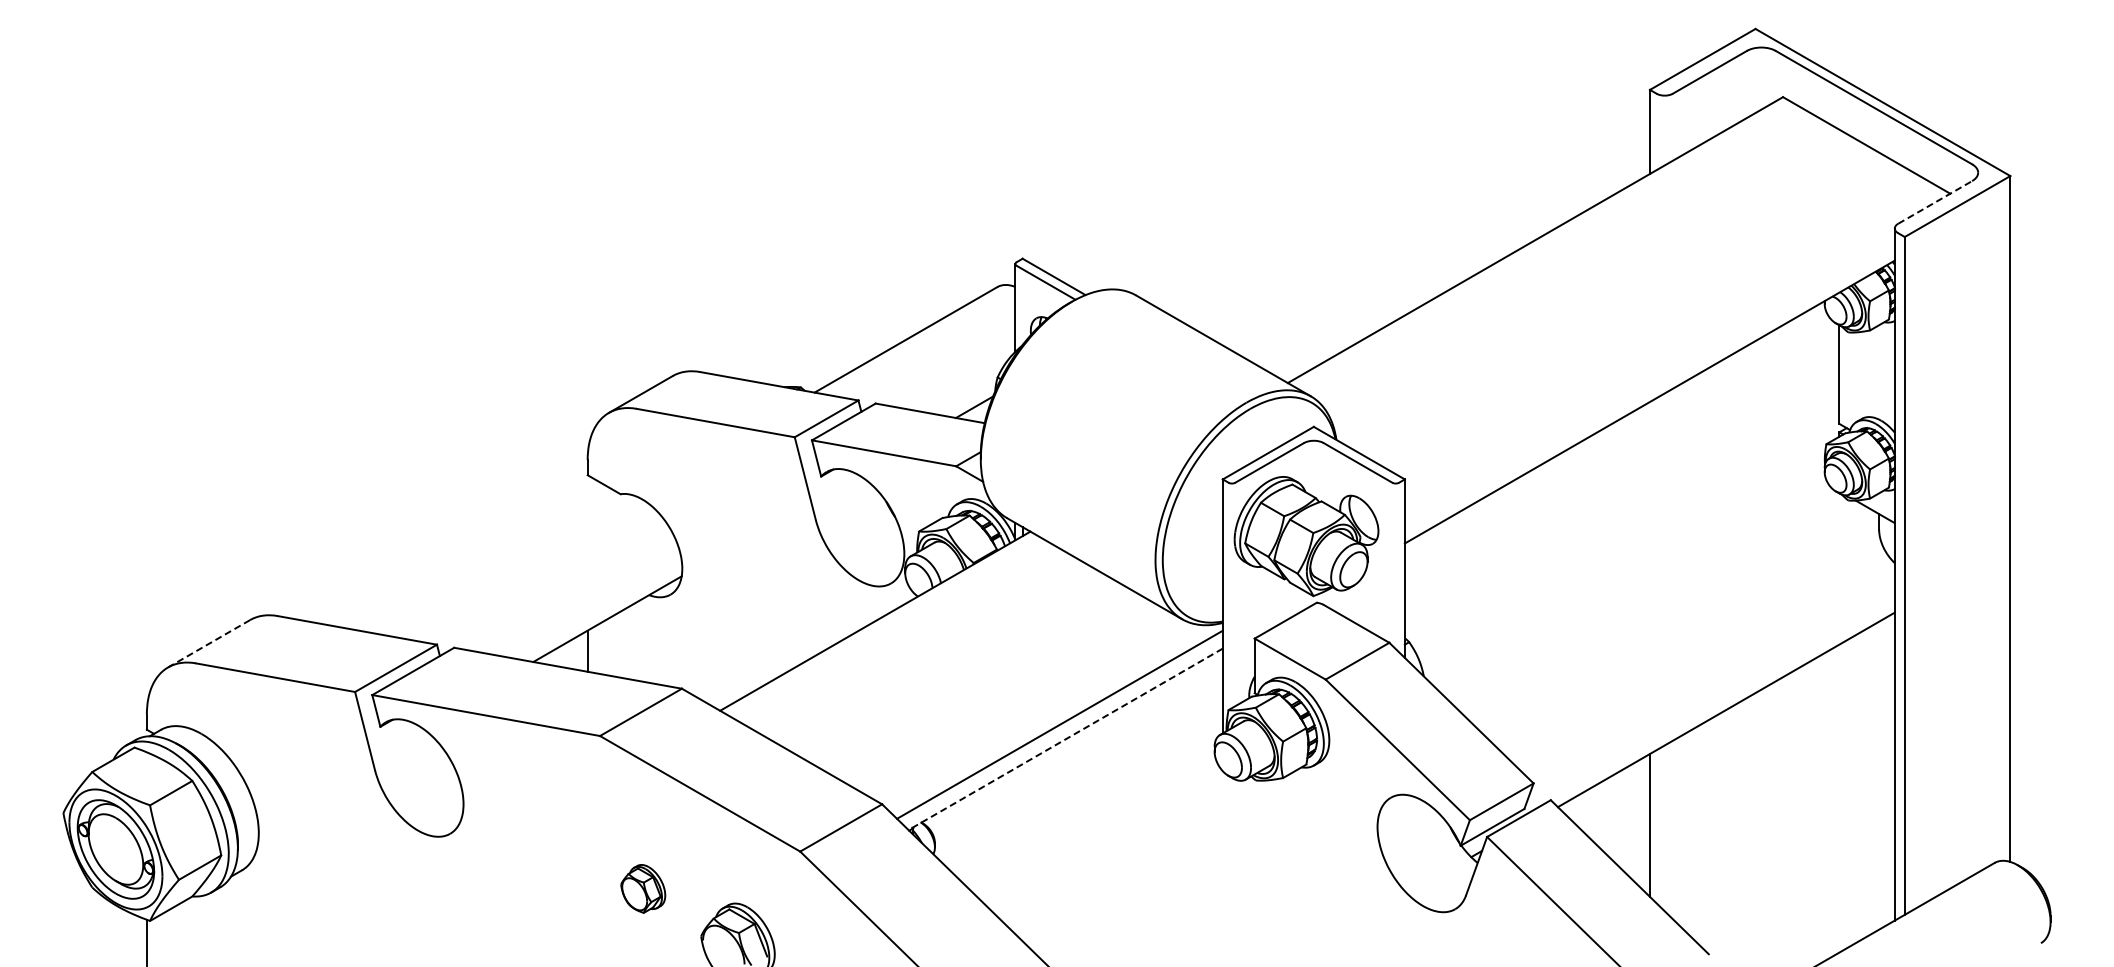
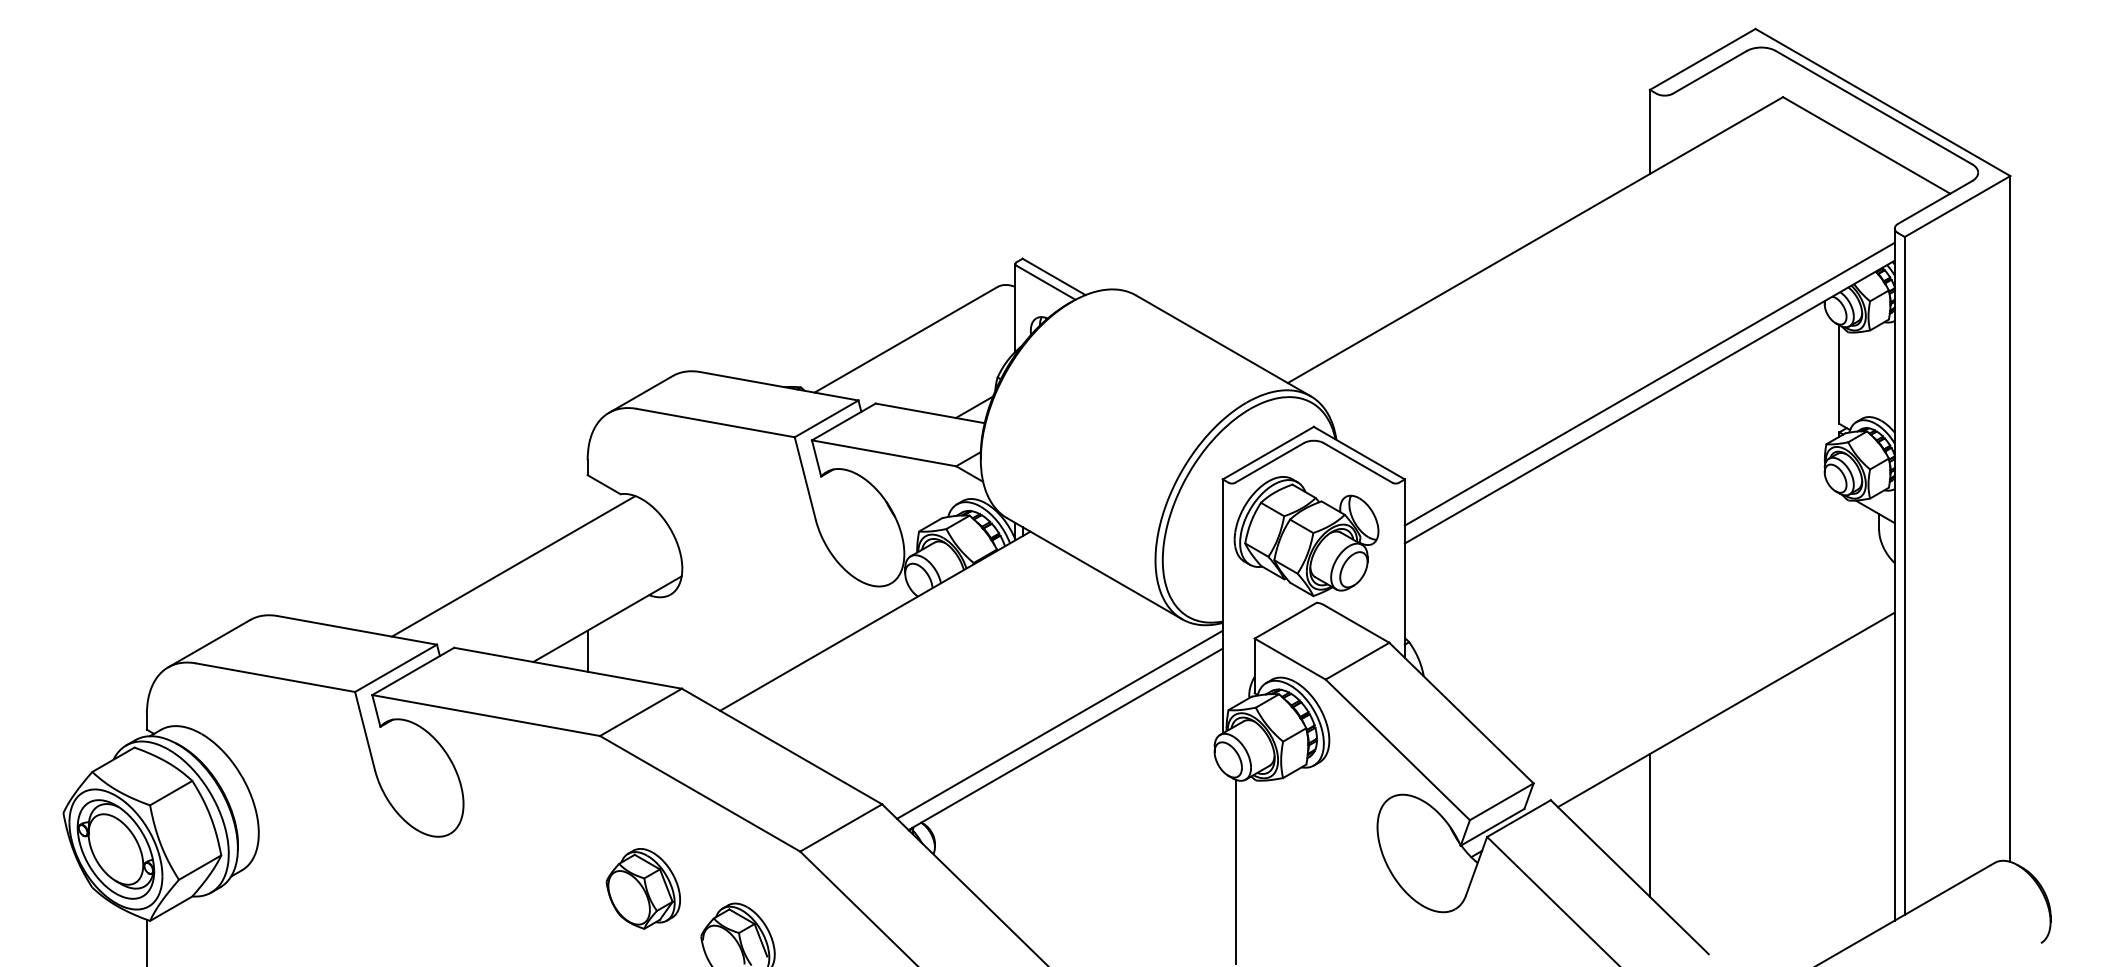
line at (1935, 202): dashed -> solid
line at (1649, 383): none -> present
line at (513, 566): none -> present
line at (208, 644): dashed -> solid
line at (1065, 739): dashed -> solid
line at (1235, 871): none -> present
part at (643, 888) size: 47x50 px -> 76x82 px
